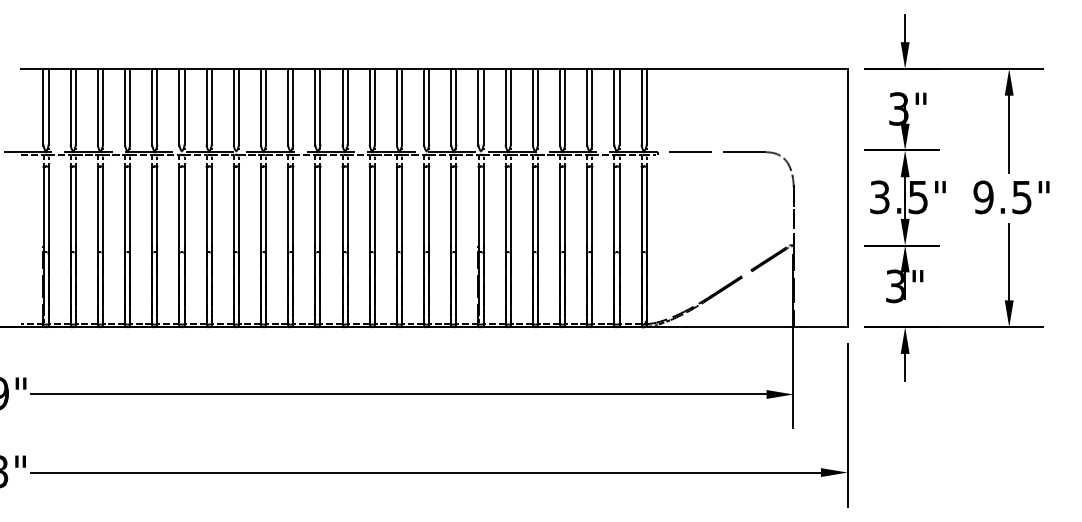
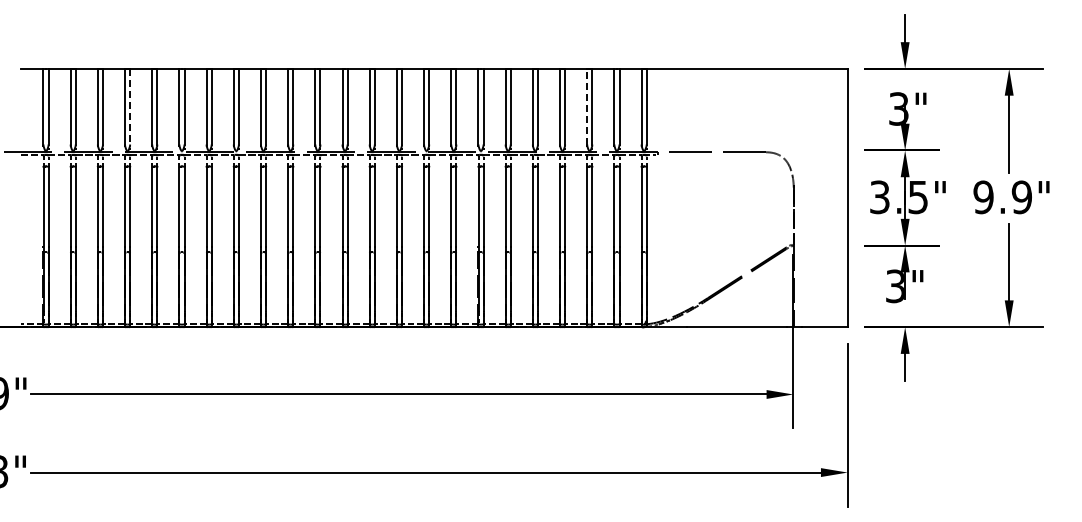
line at (130, 106): solid -> dashed
line at (587, 106): solid -> dashed
text at (1021, 197): 9.5" -> 9.9"
